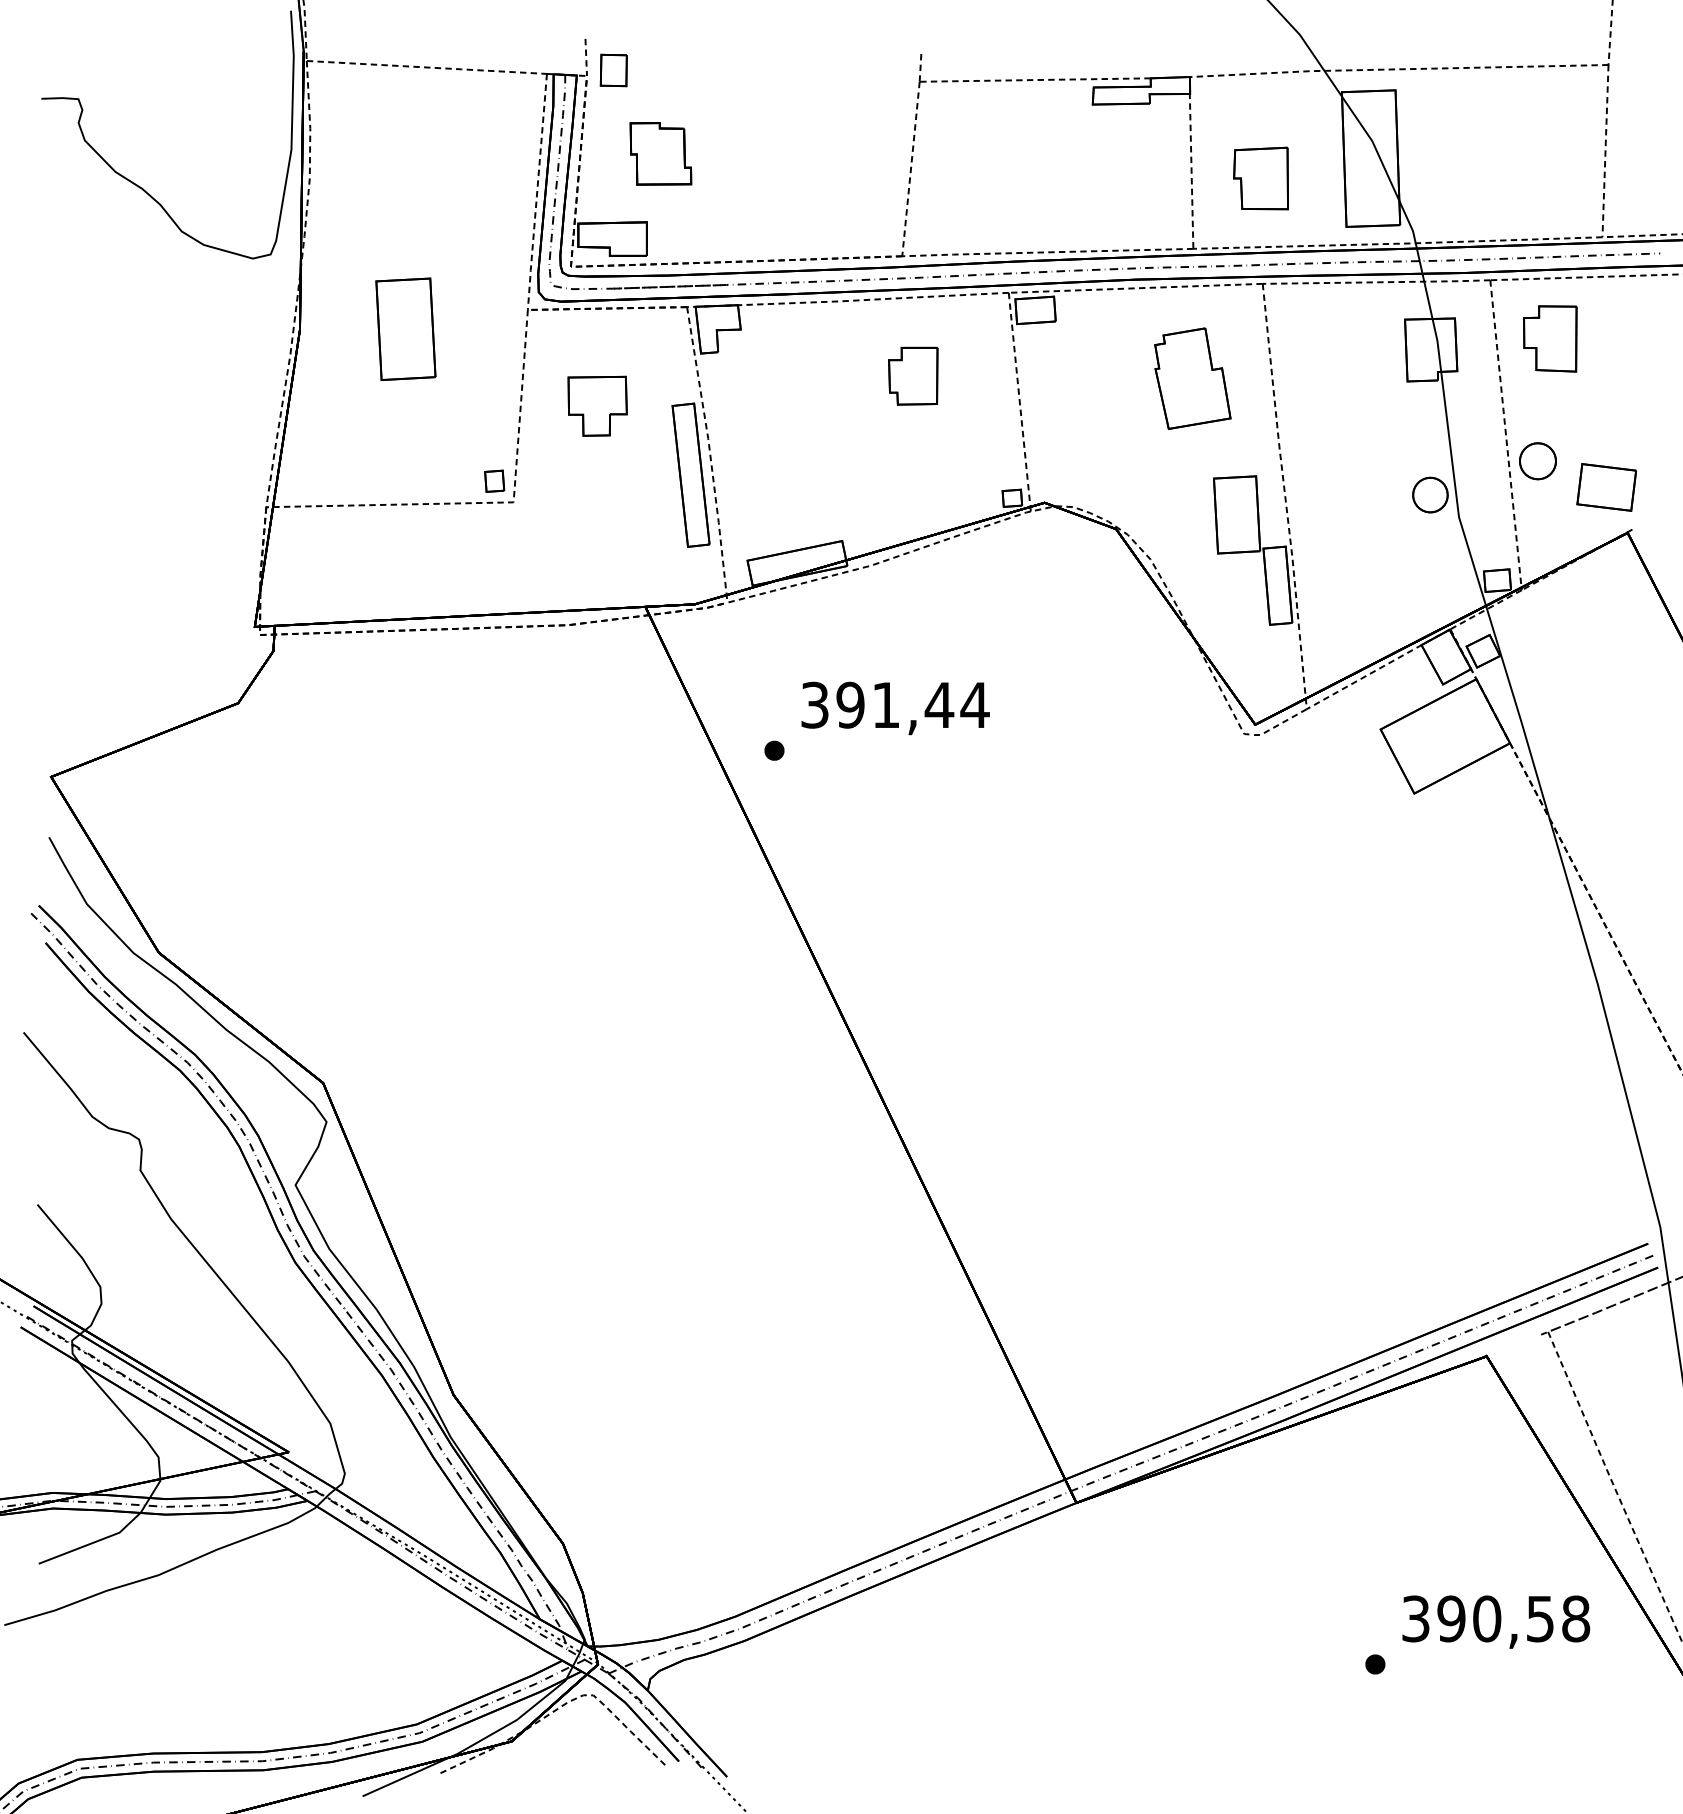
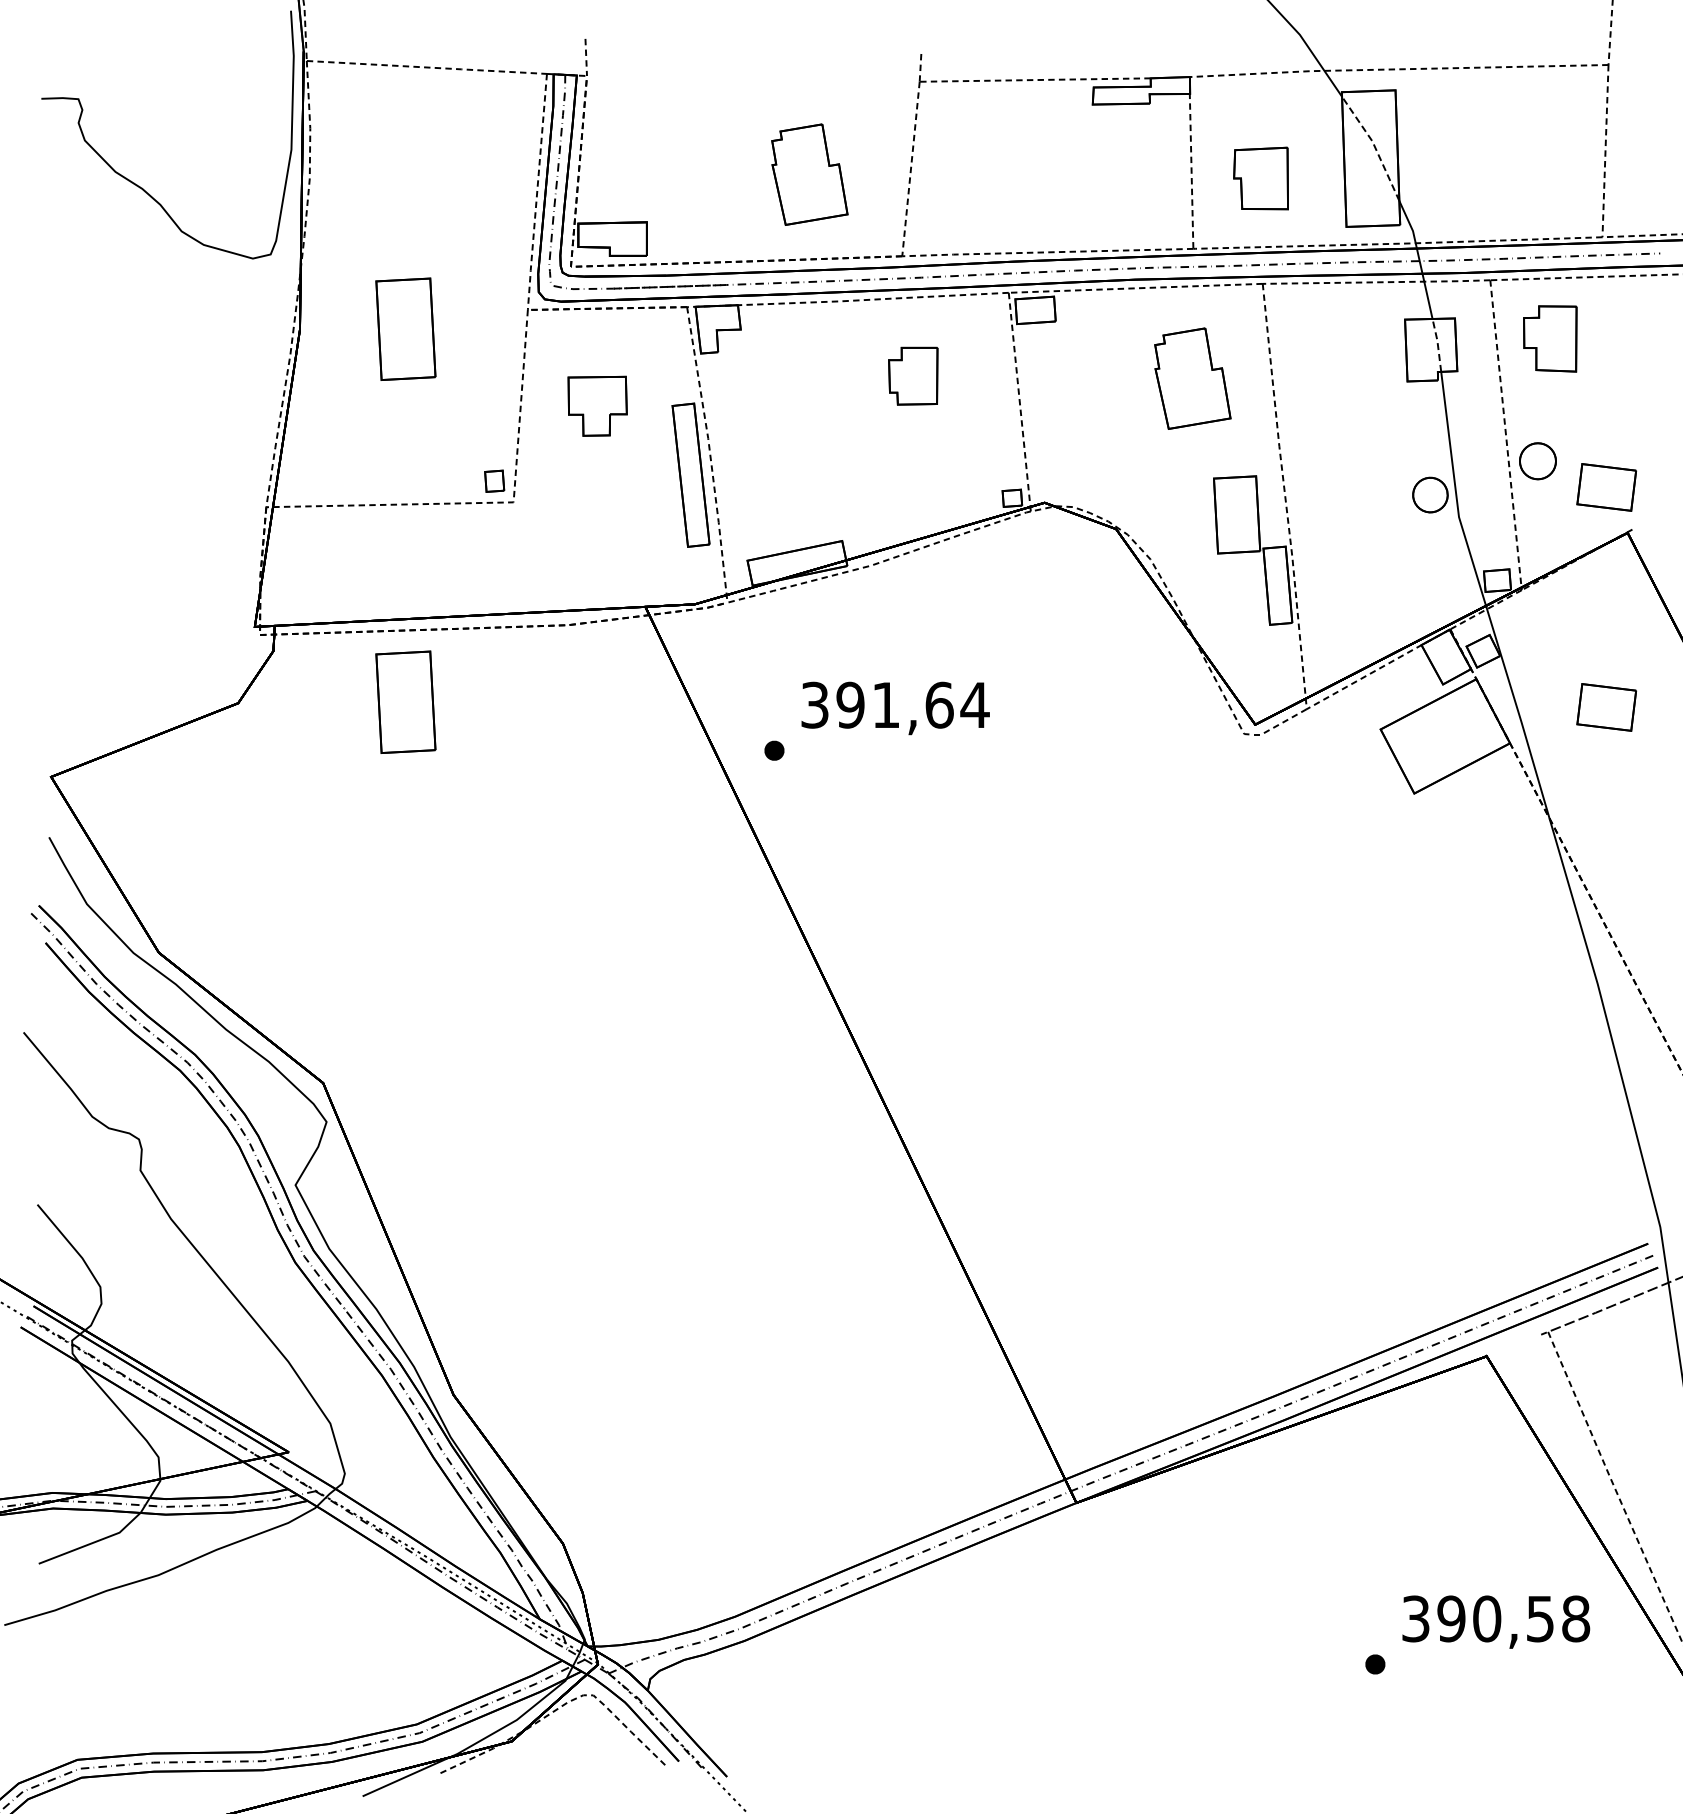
part at (613, 70): present -> none
line at (1374, 145): solid -> dashed
part at (660, 153): present -> none
part at (809, 174): none -> present
line at (1437, 344): solid -> dashed
part at (405, 701): none -> present
text at (939, 704): 391,44 -> 391,64
part at (1606, 707): none -> present
